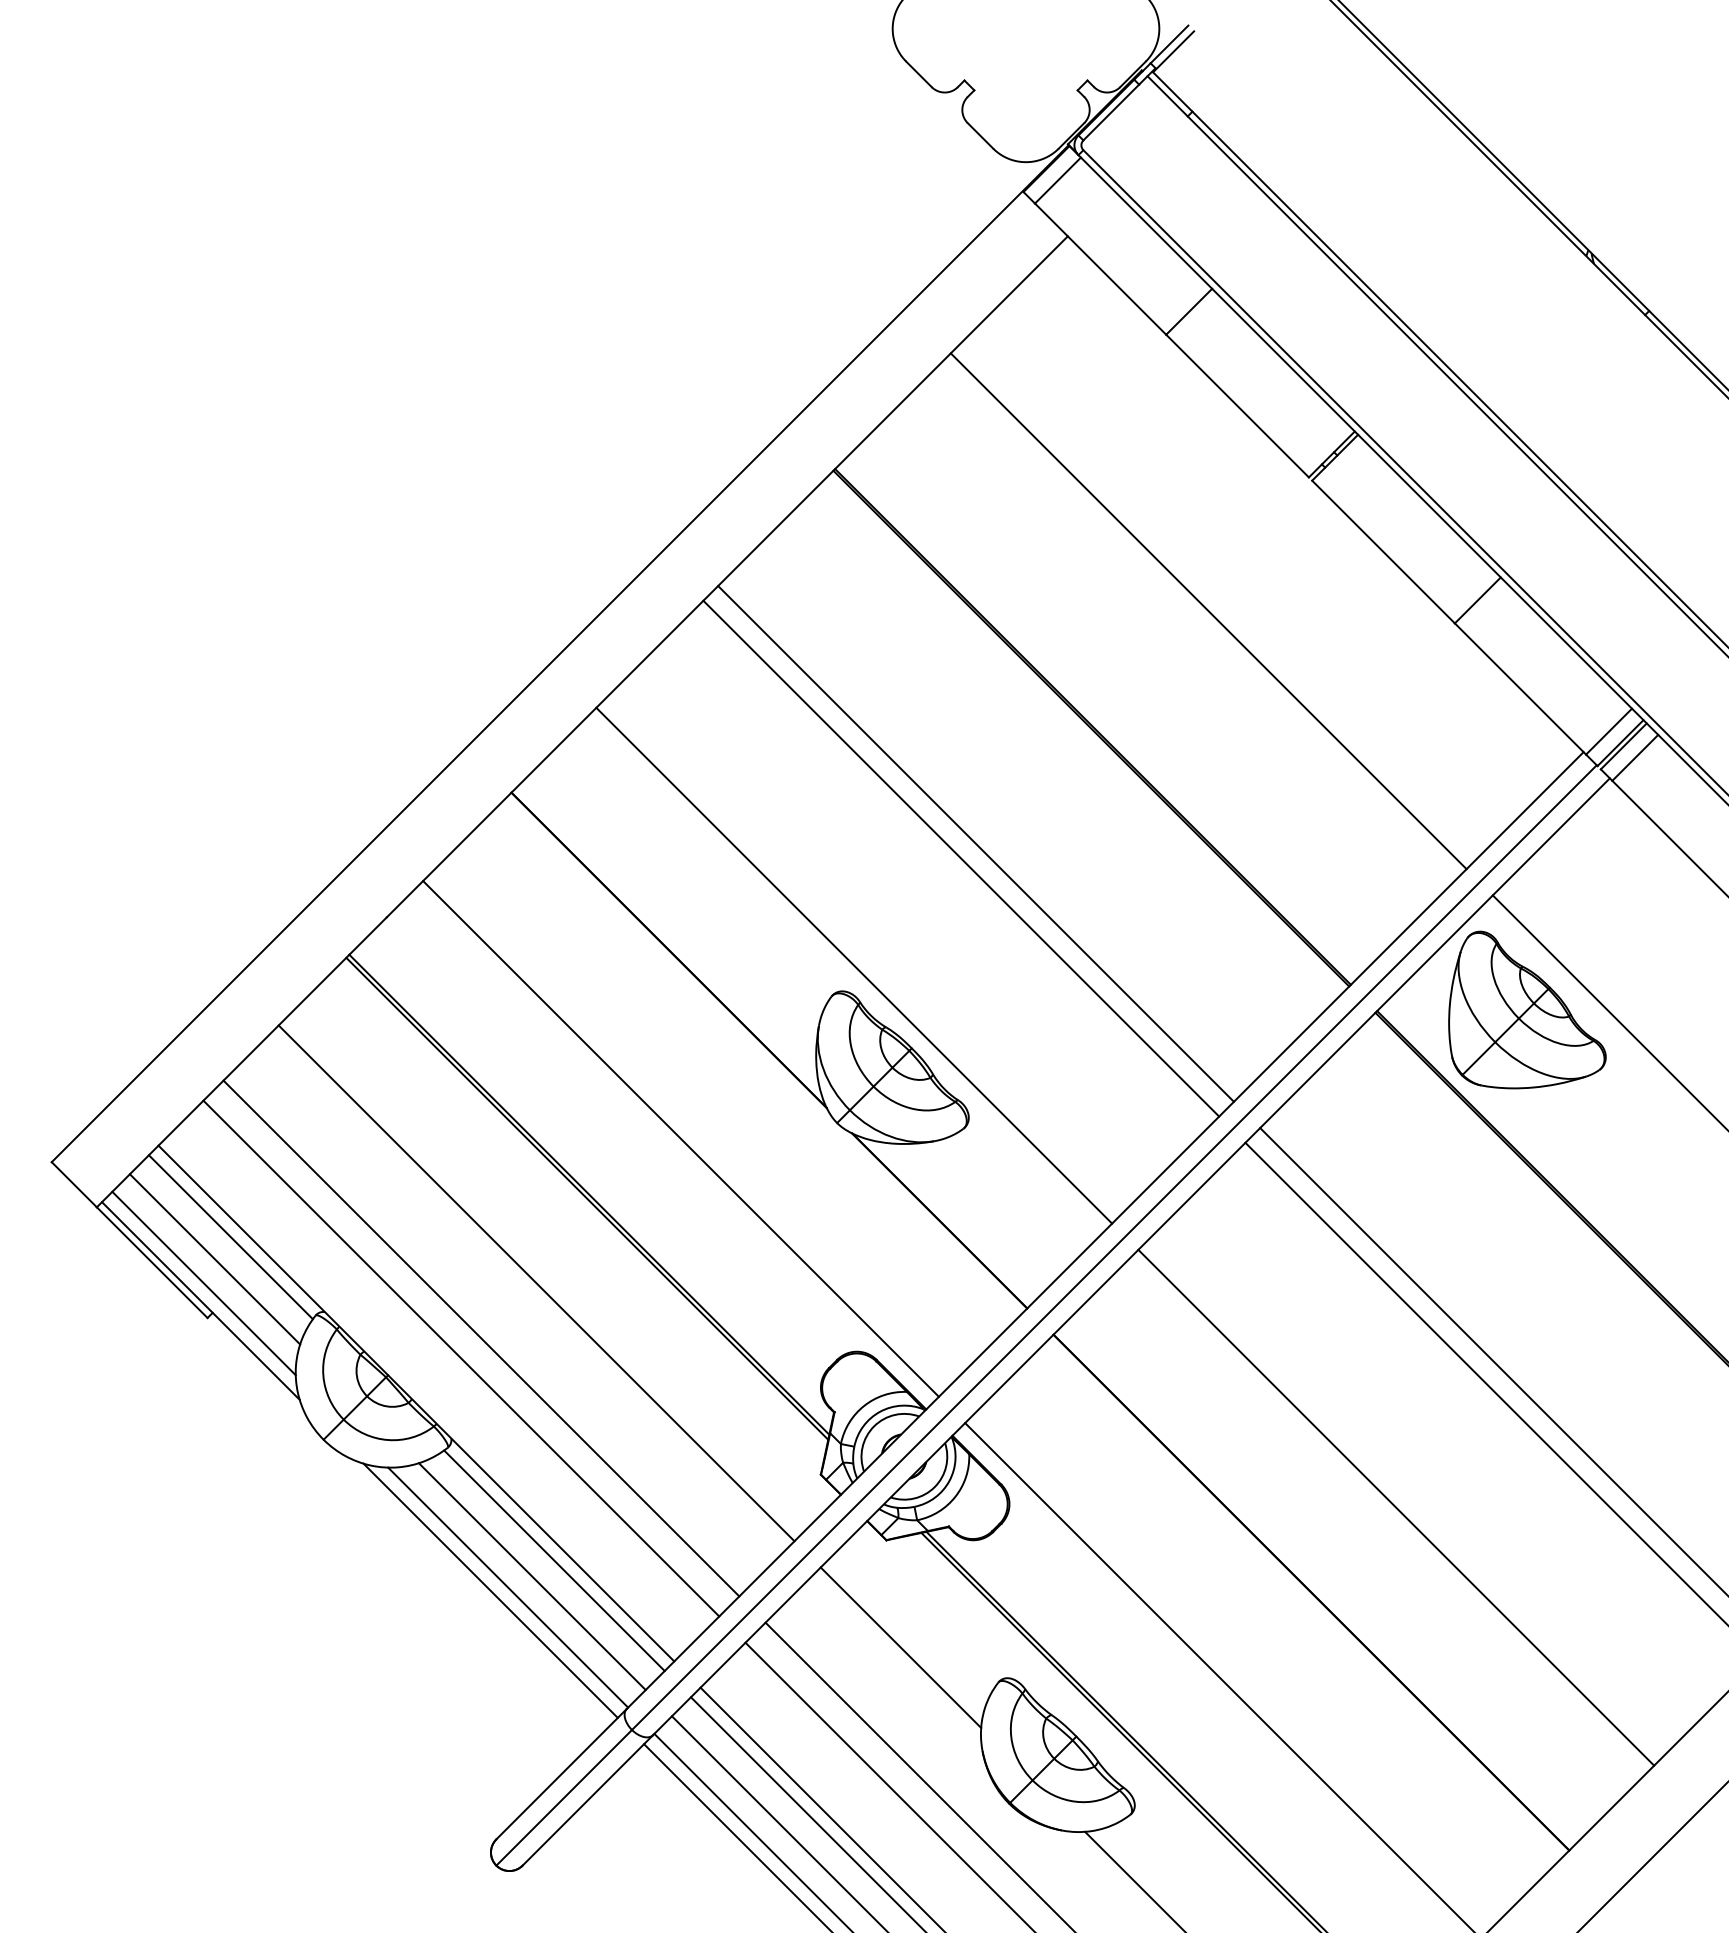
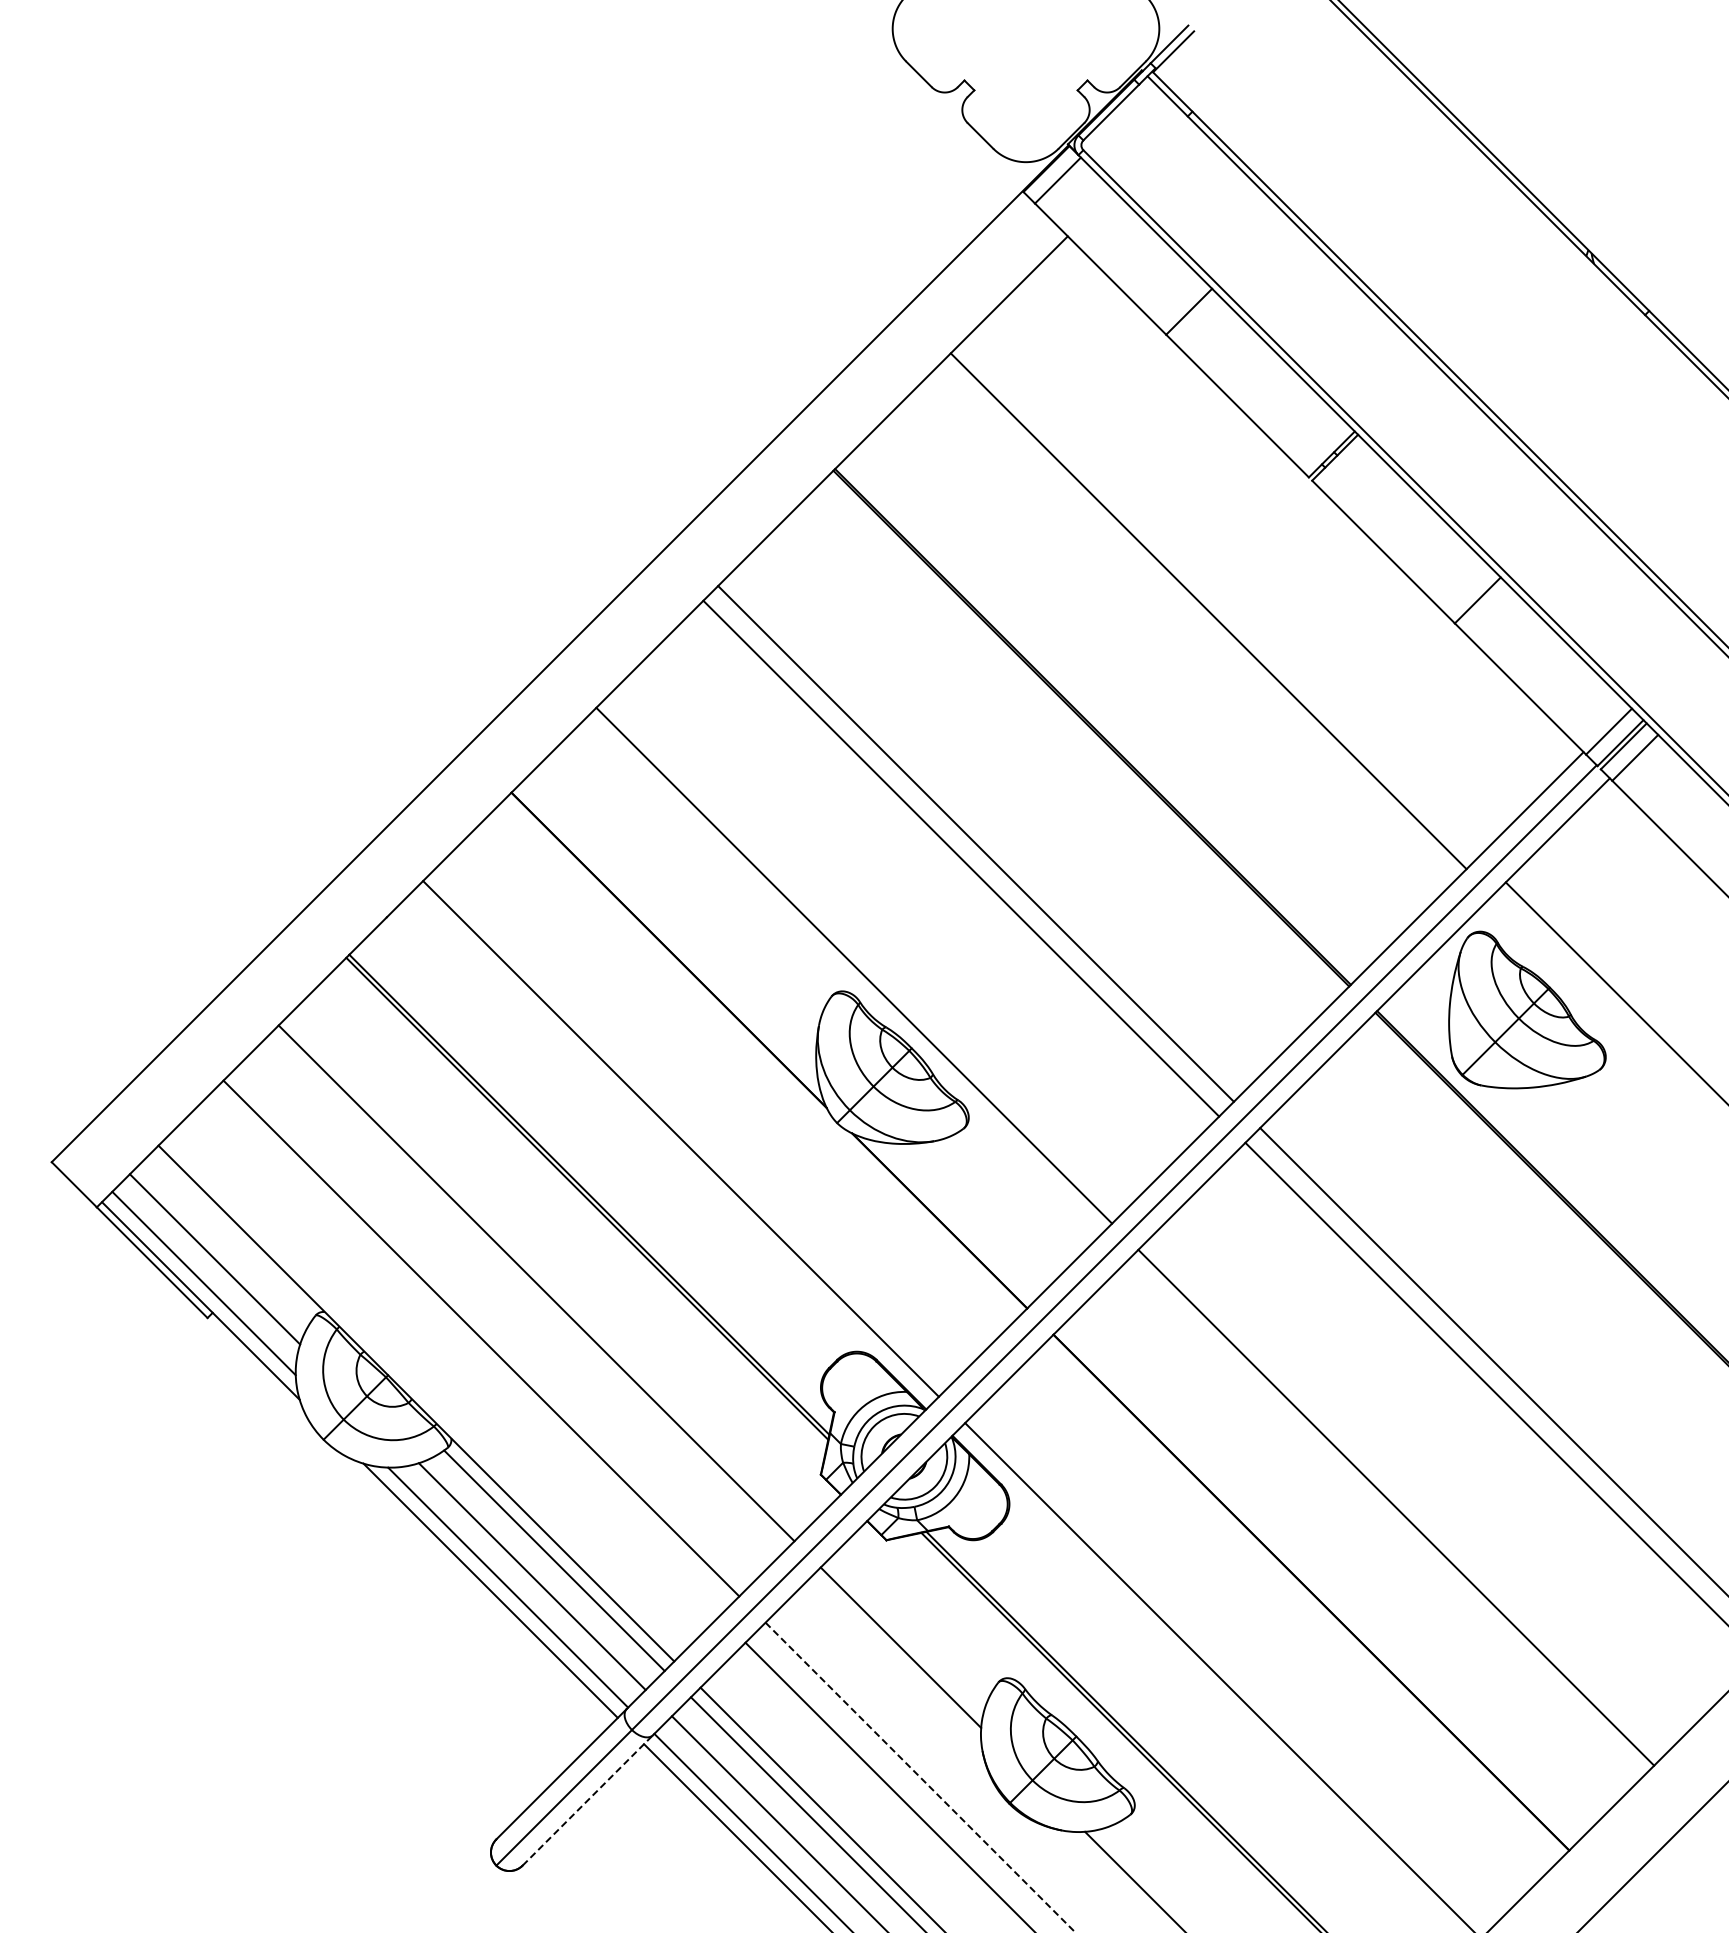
line at (1608, 1011) position: (1608, 1011) -> (1615, 992)
line at (230, 1237): present -> none
line at (461, 1358): present -> none
line at (921, 1778): solid -> dashed
line at (588, 1800): solid -> dashed
